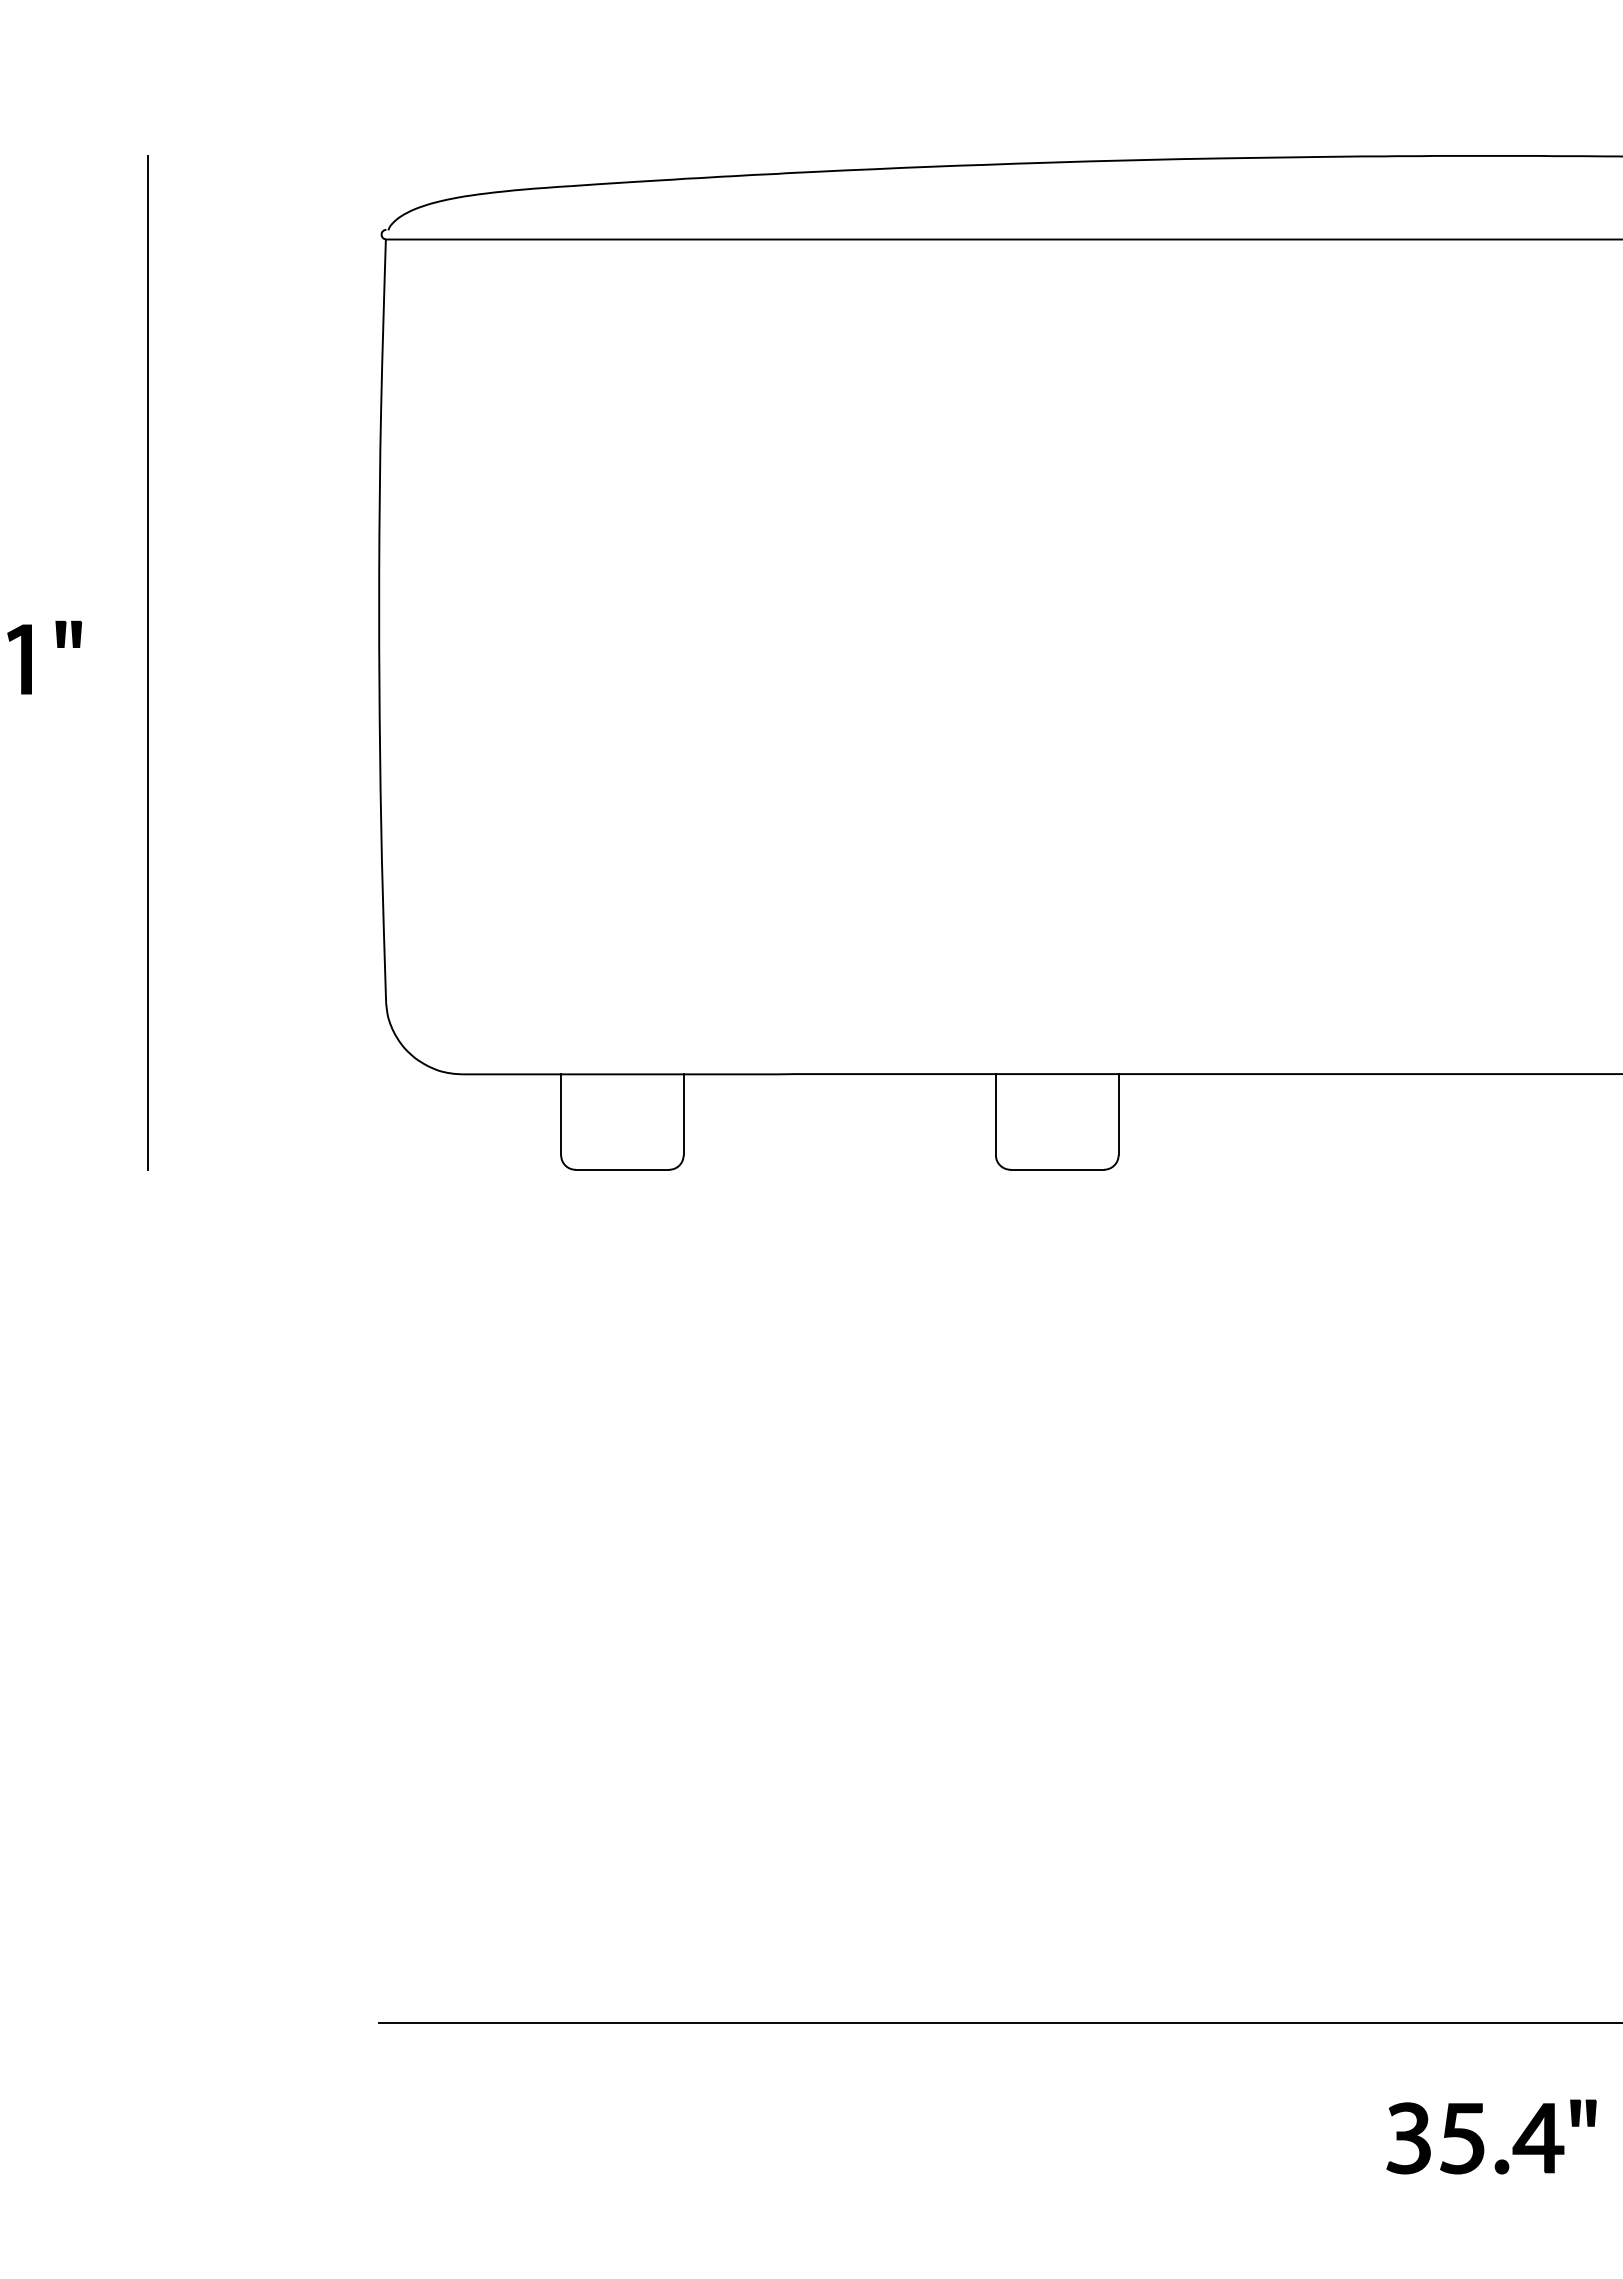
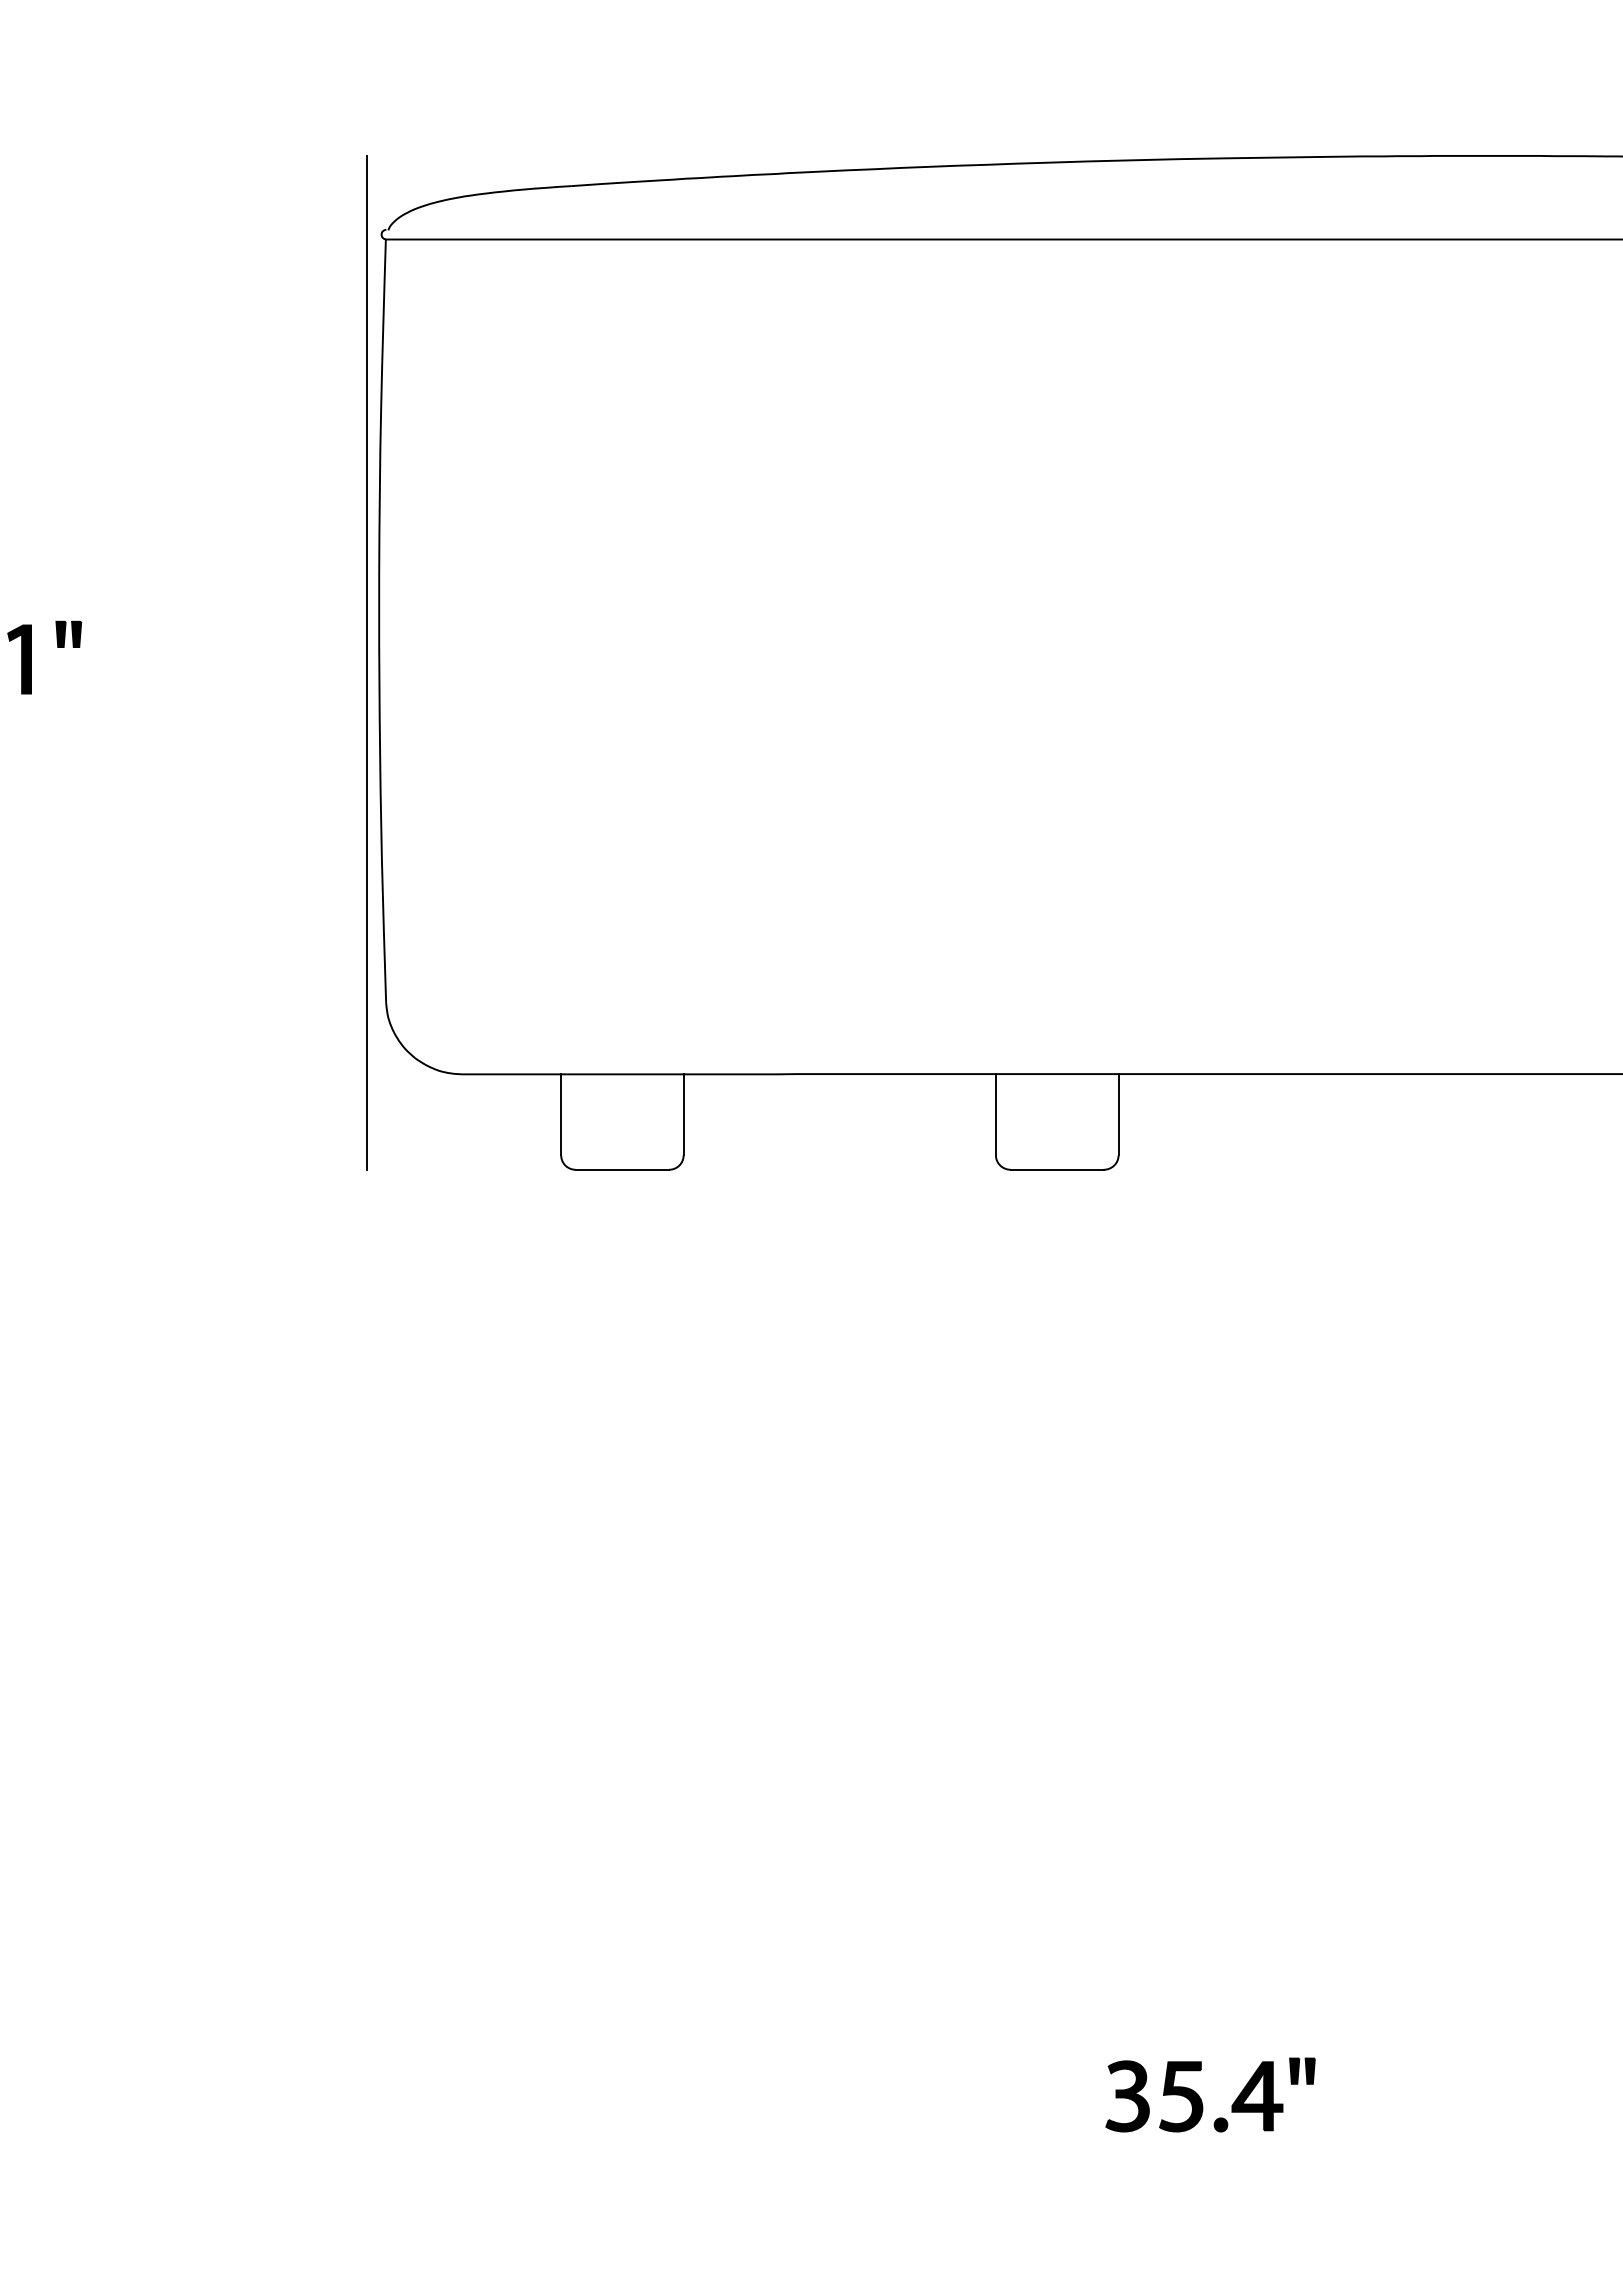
line at (147, 662) position: (147, 662) -> (366, 662)
line at (999, 2022): present -> none
part at (1482, 2140) position: (1482, 2140) -> (1201, 2098)
